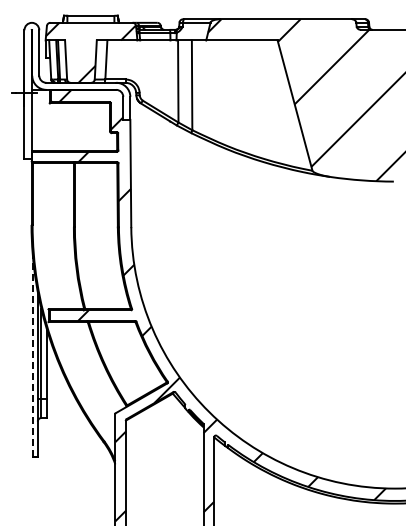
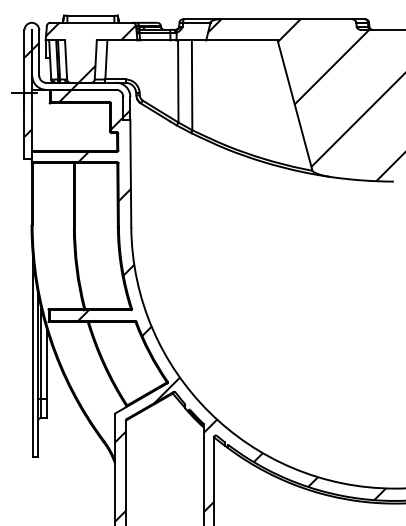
hatch at (77, 89): none -> present
line at (32, 354): dashed -> solid
